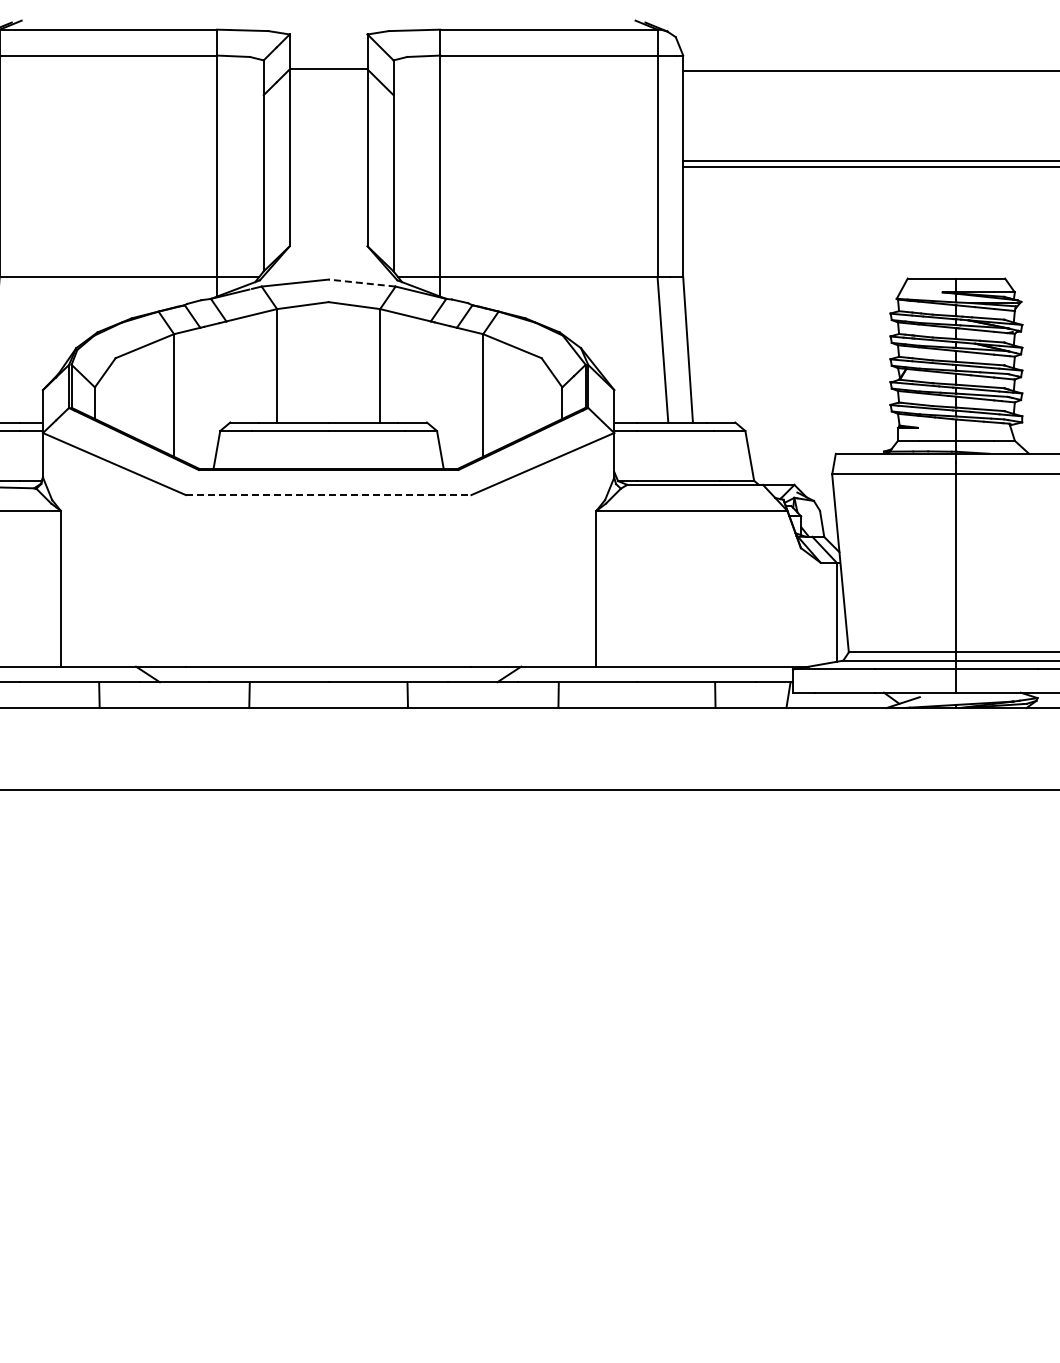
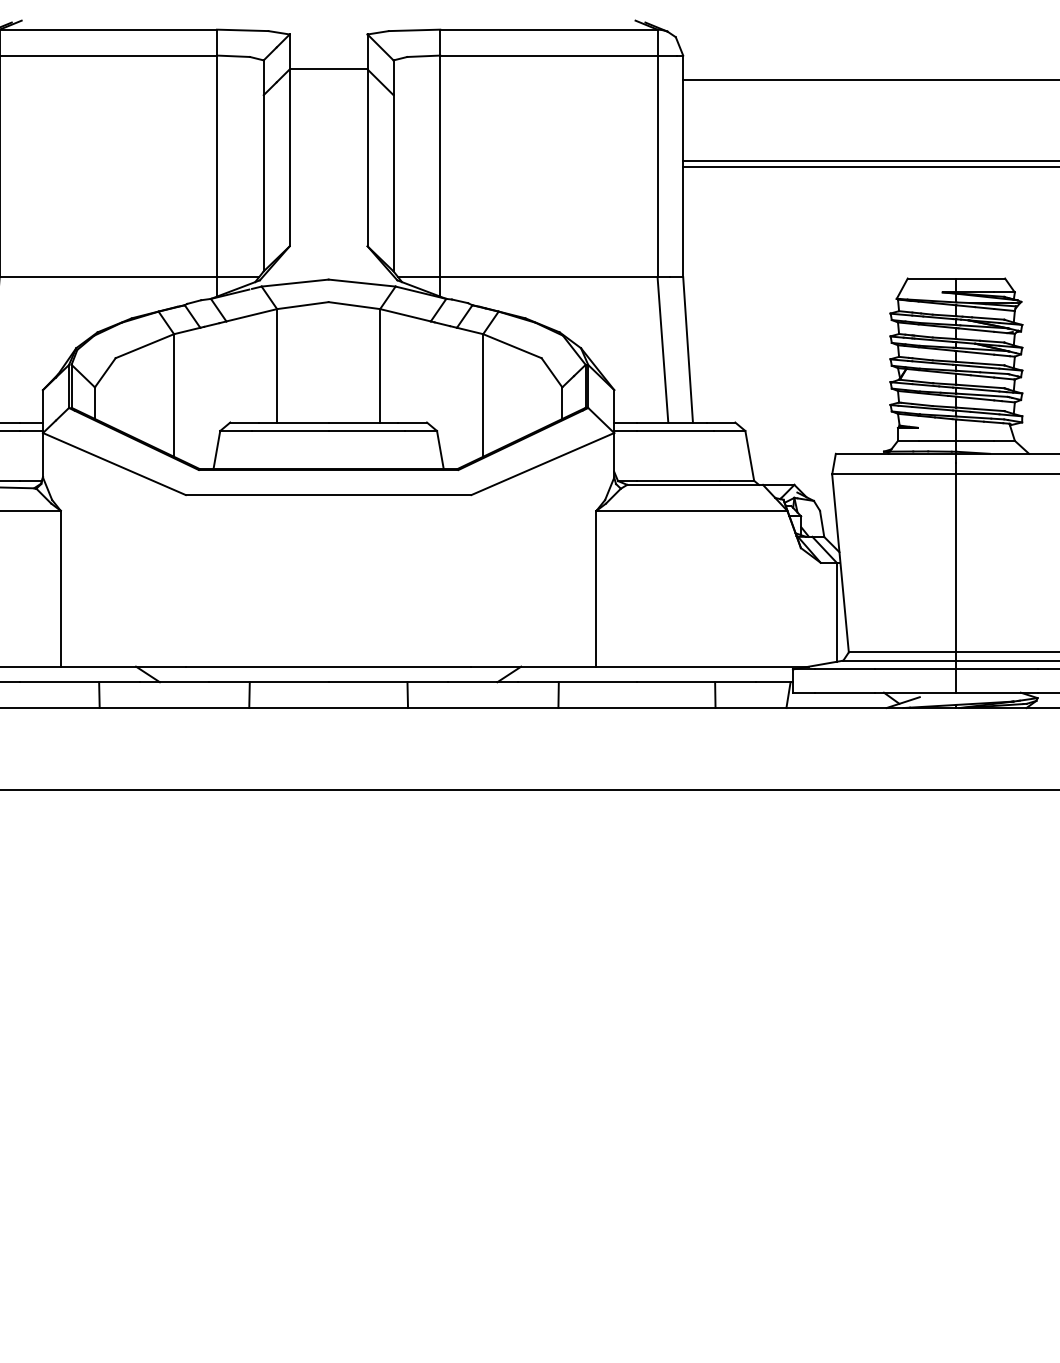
line at (869, 70) position: (869, 70) -> (869, 79)
line at (362, 283): dashed -> solid
line at (328, 495): dashed -> solid
